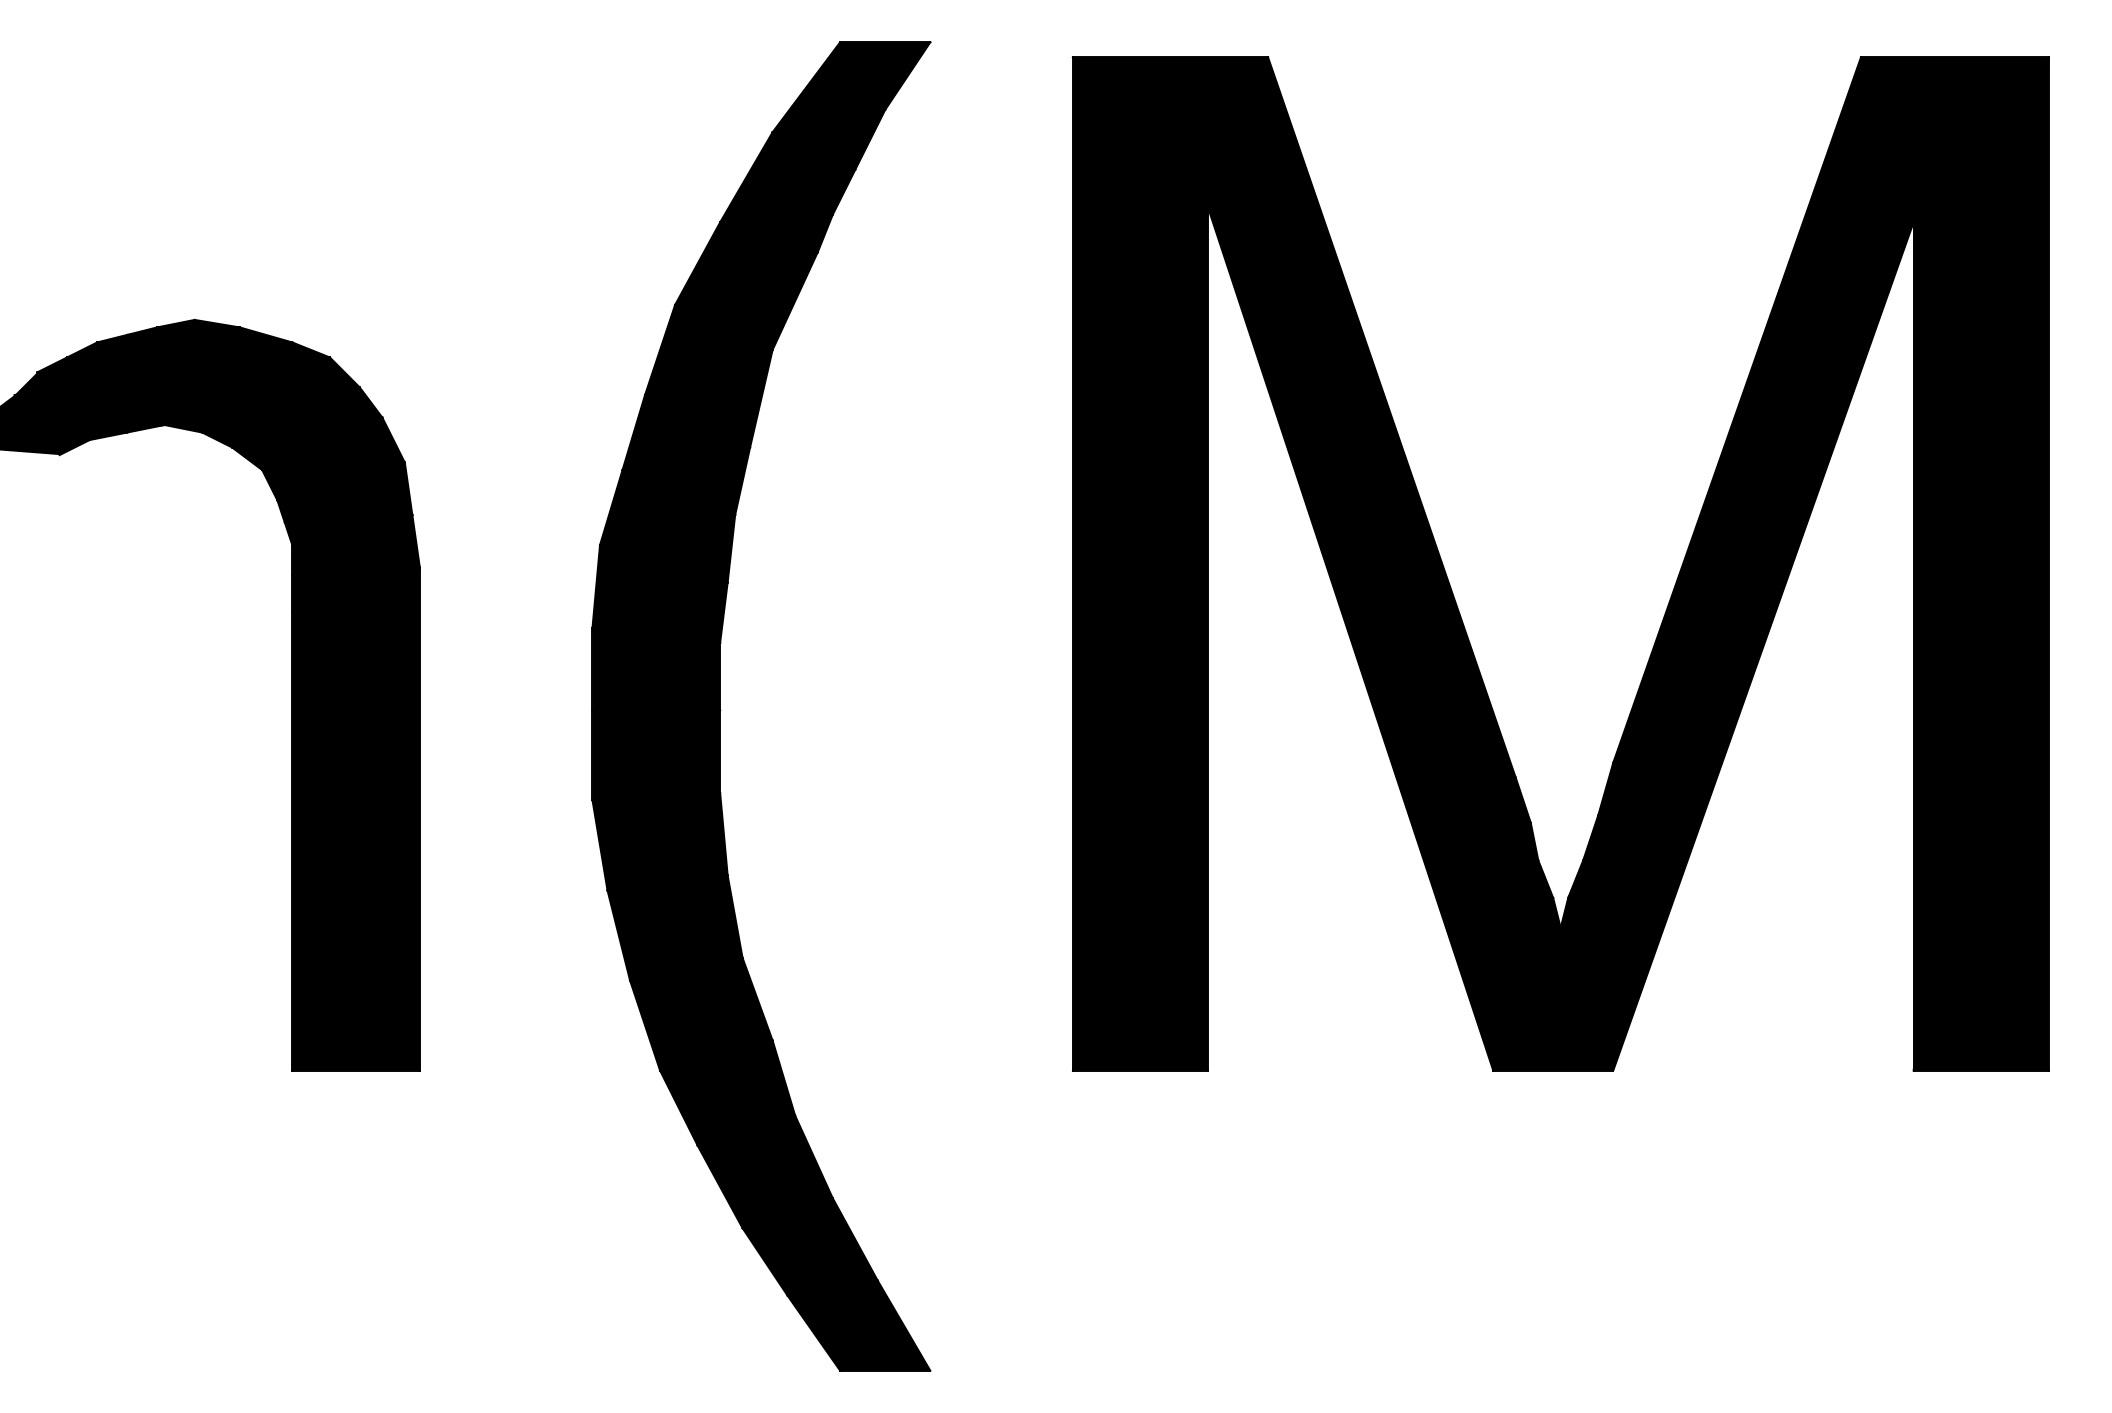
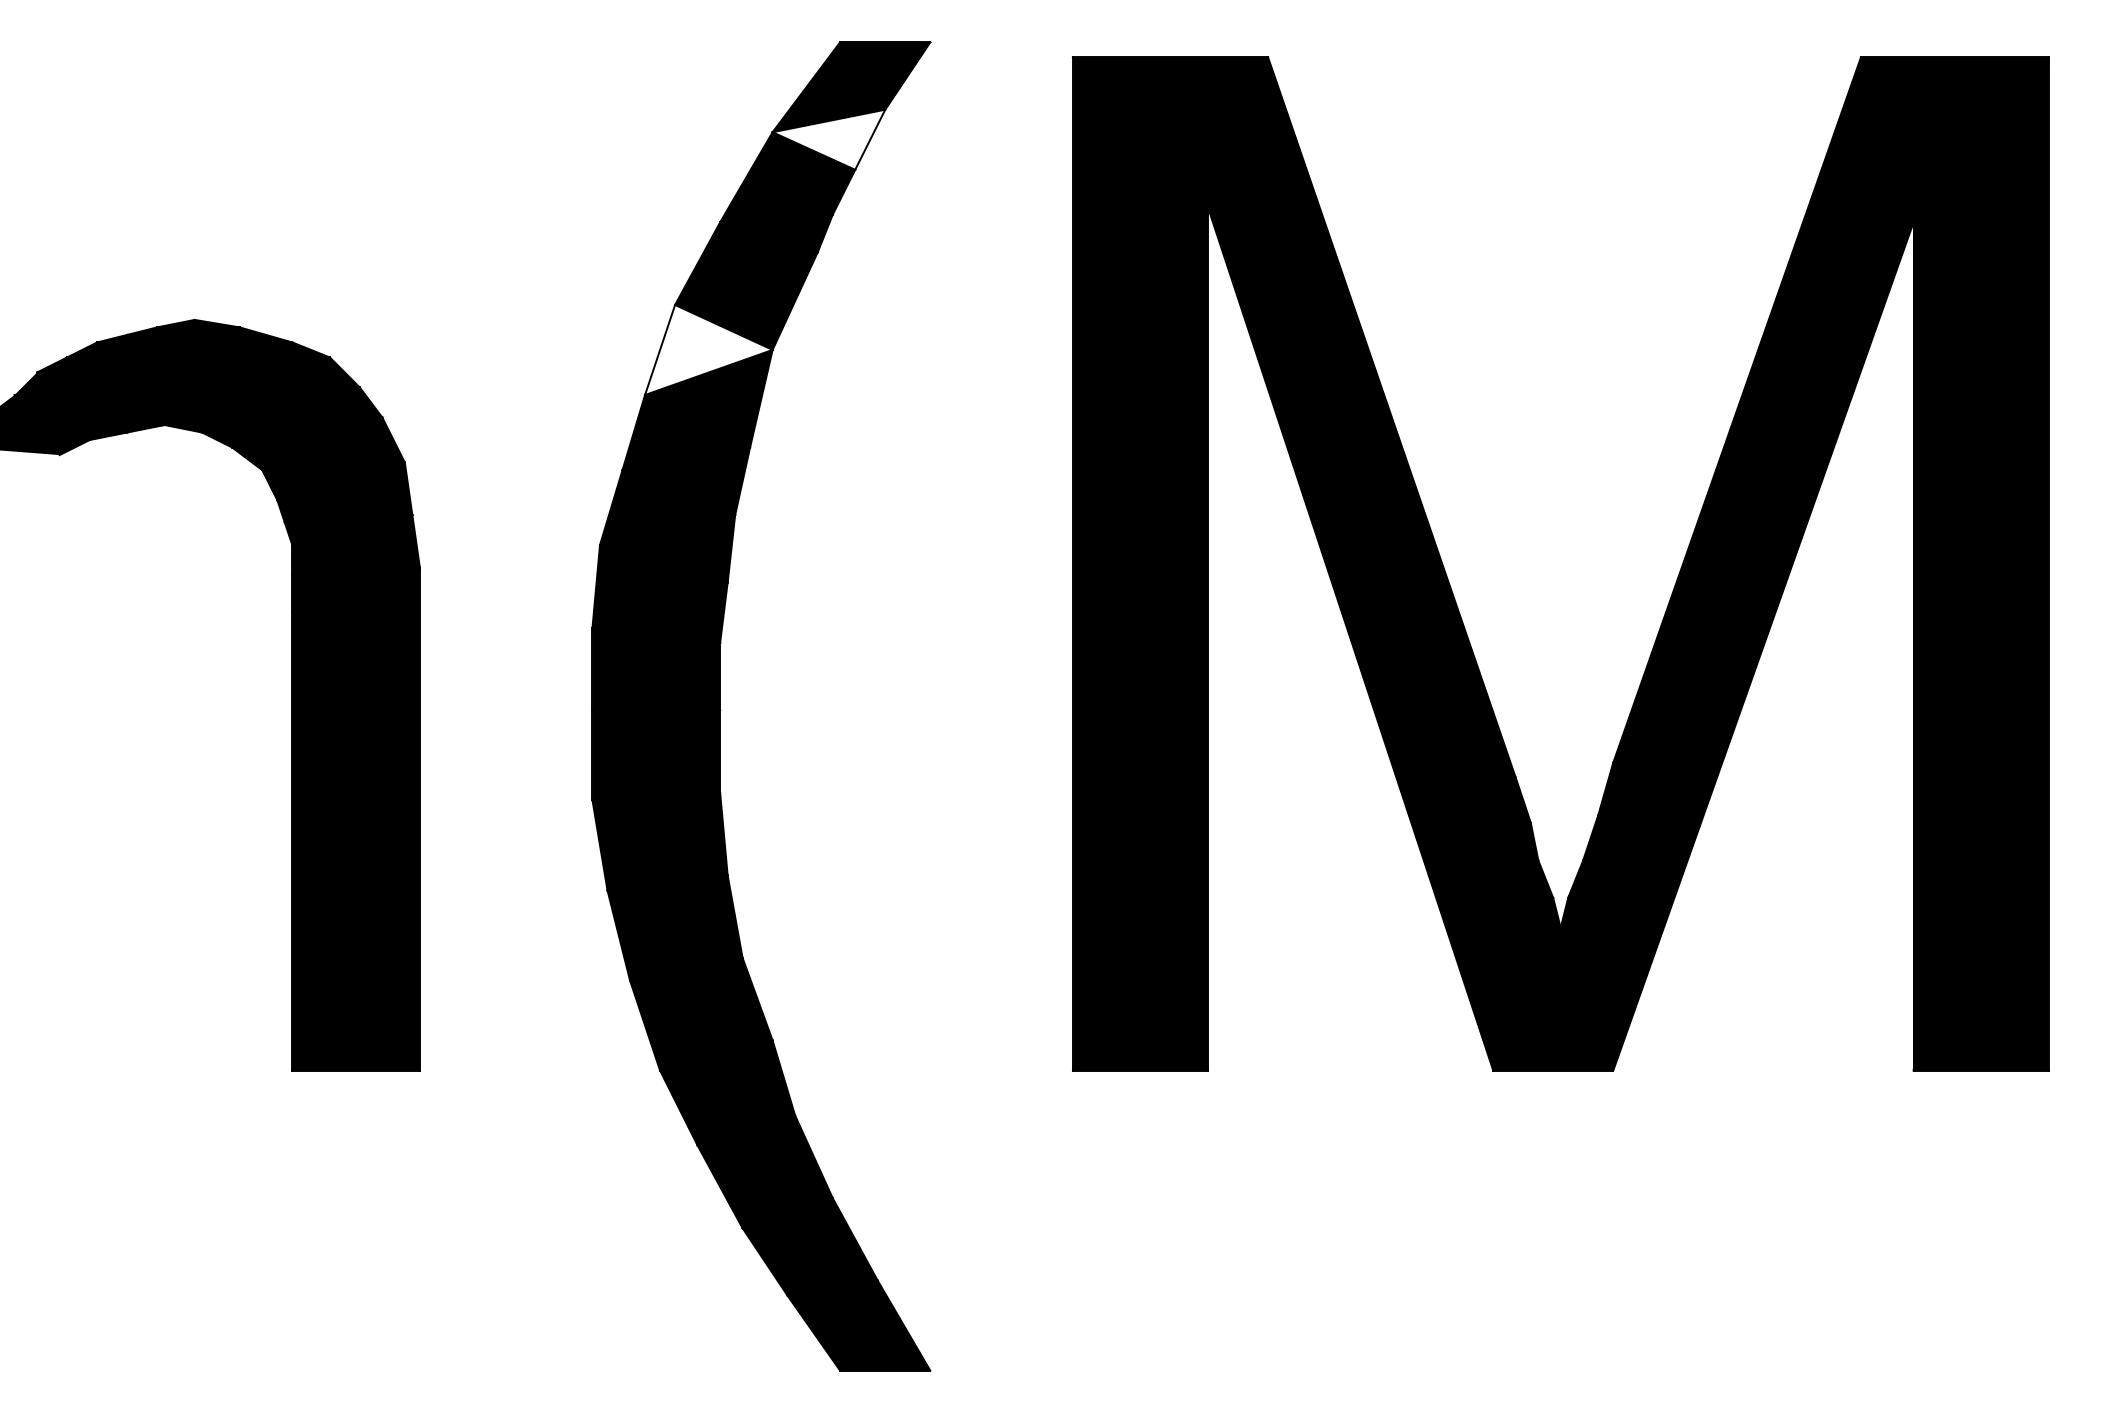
fill at (828, 139): present -> none
fill at (708, 350): present -> none
